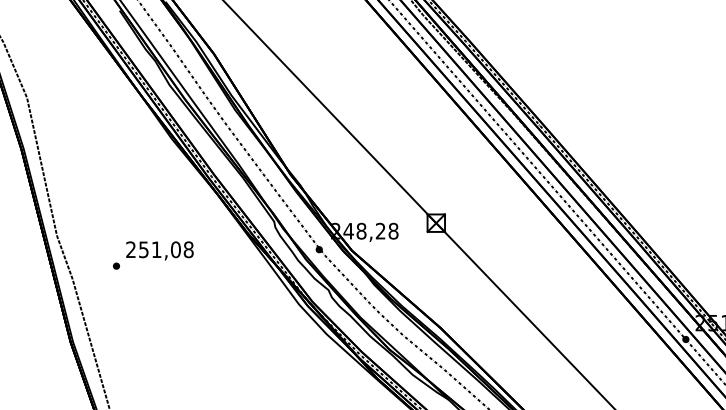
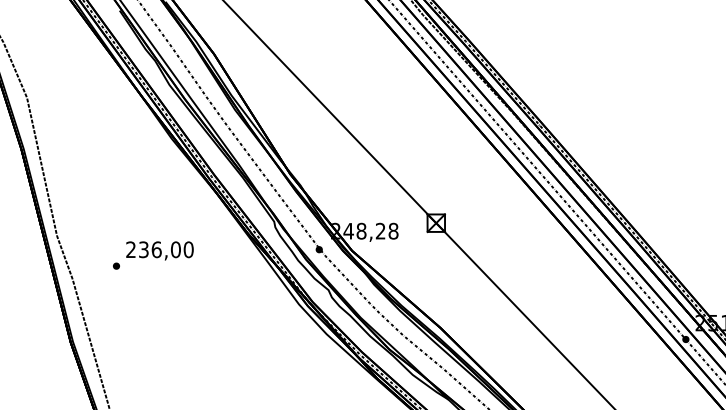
text at (166, 249): 251,08 -> 236,00
